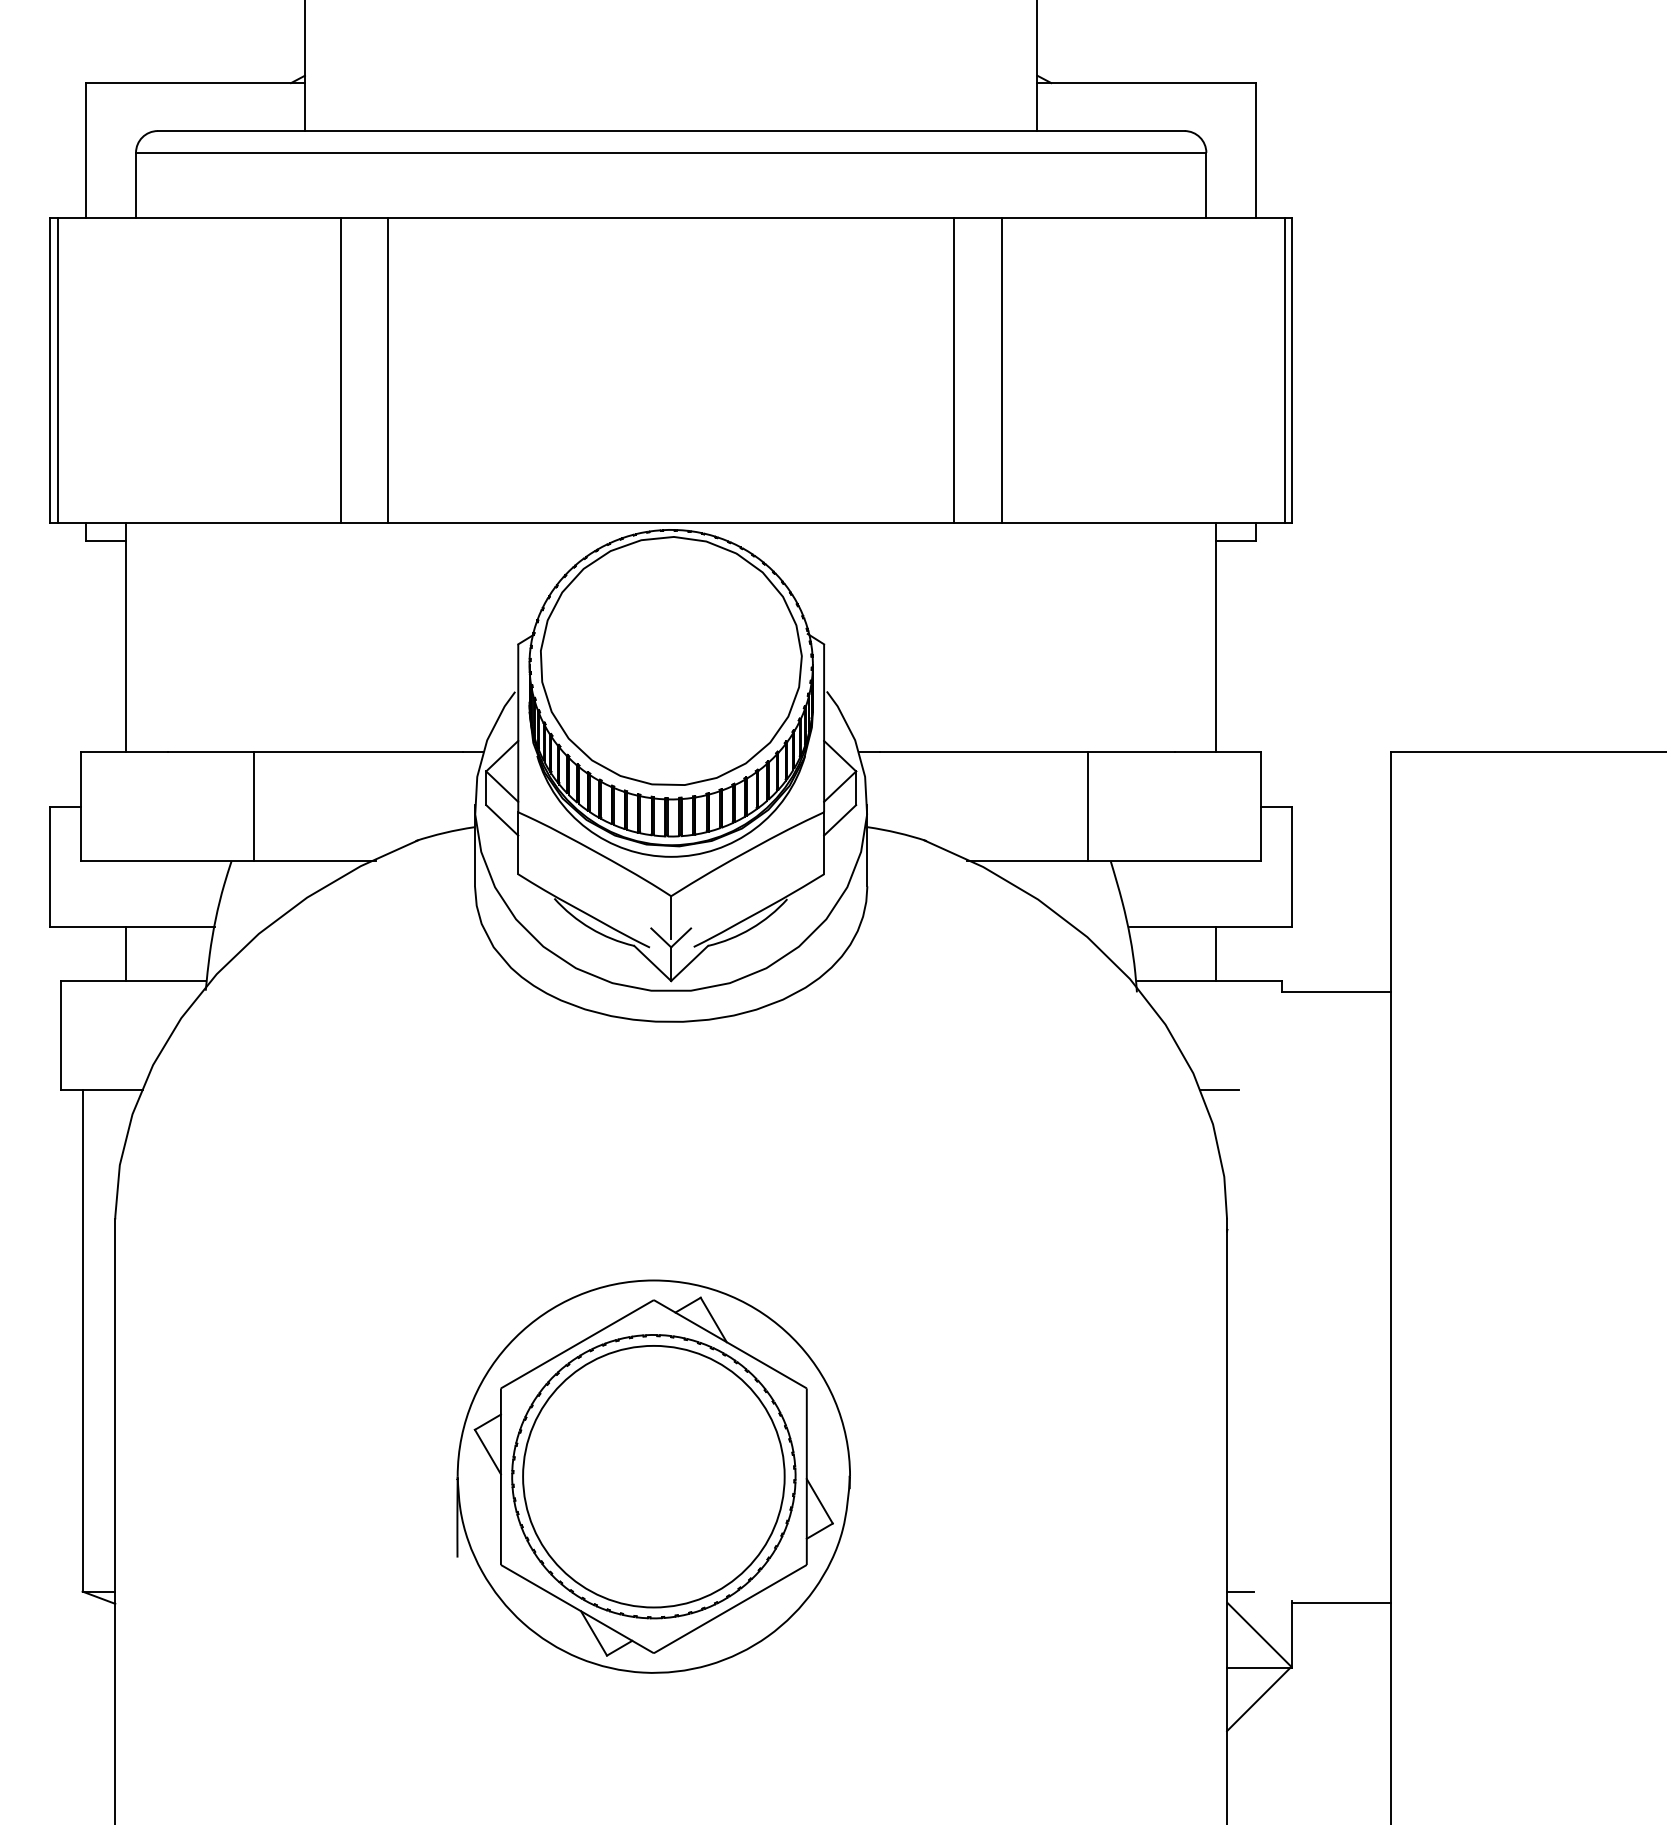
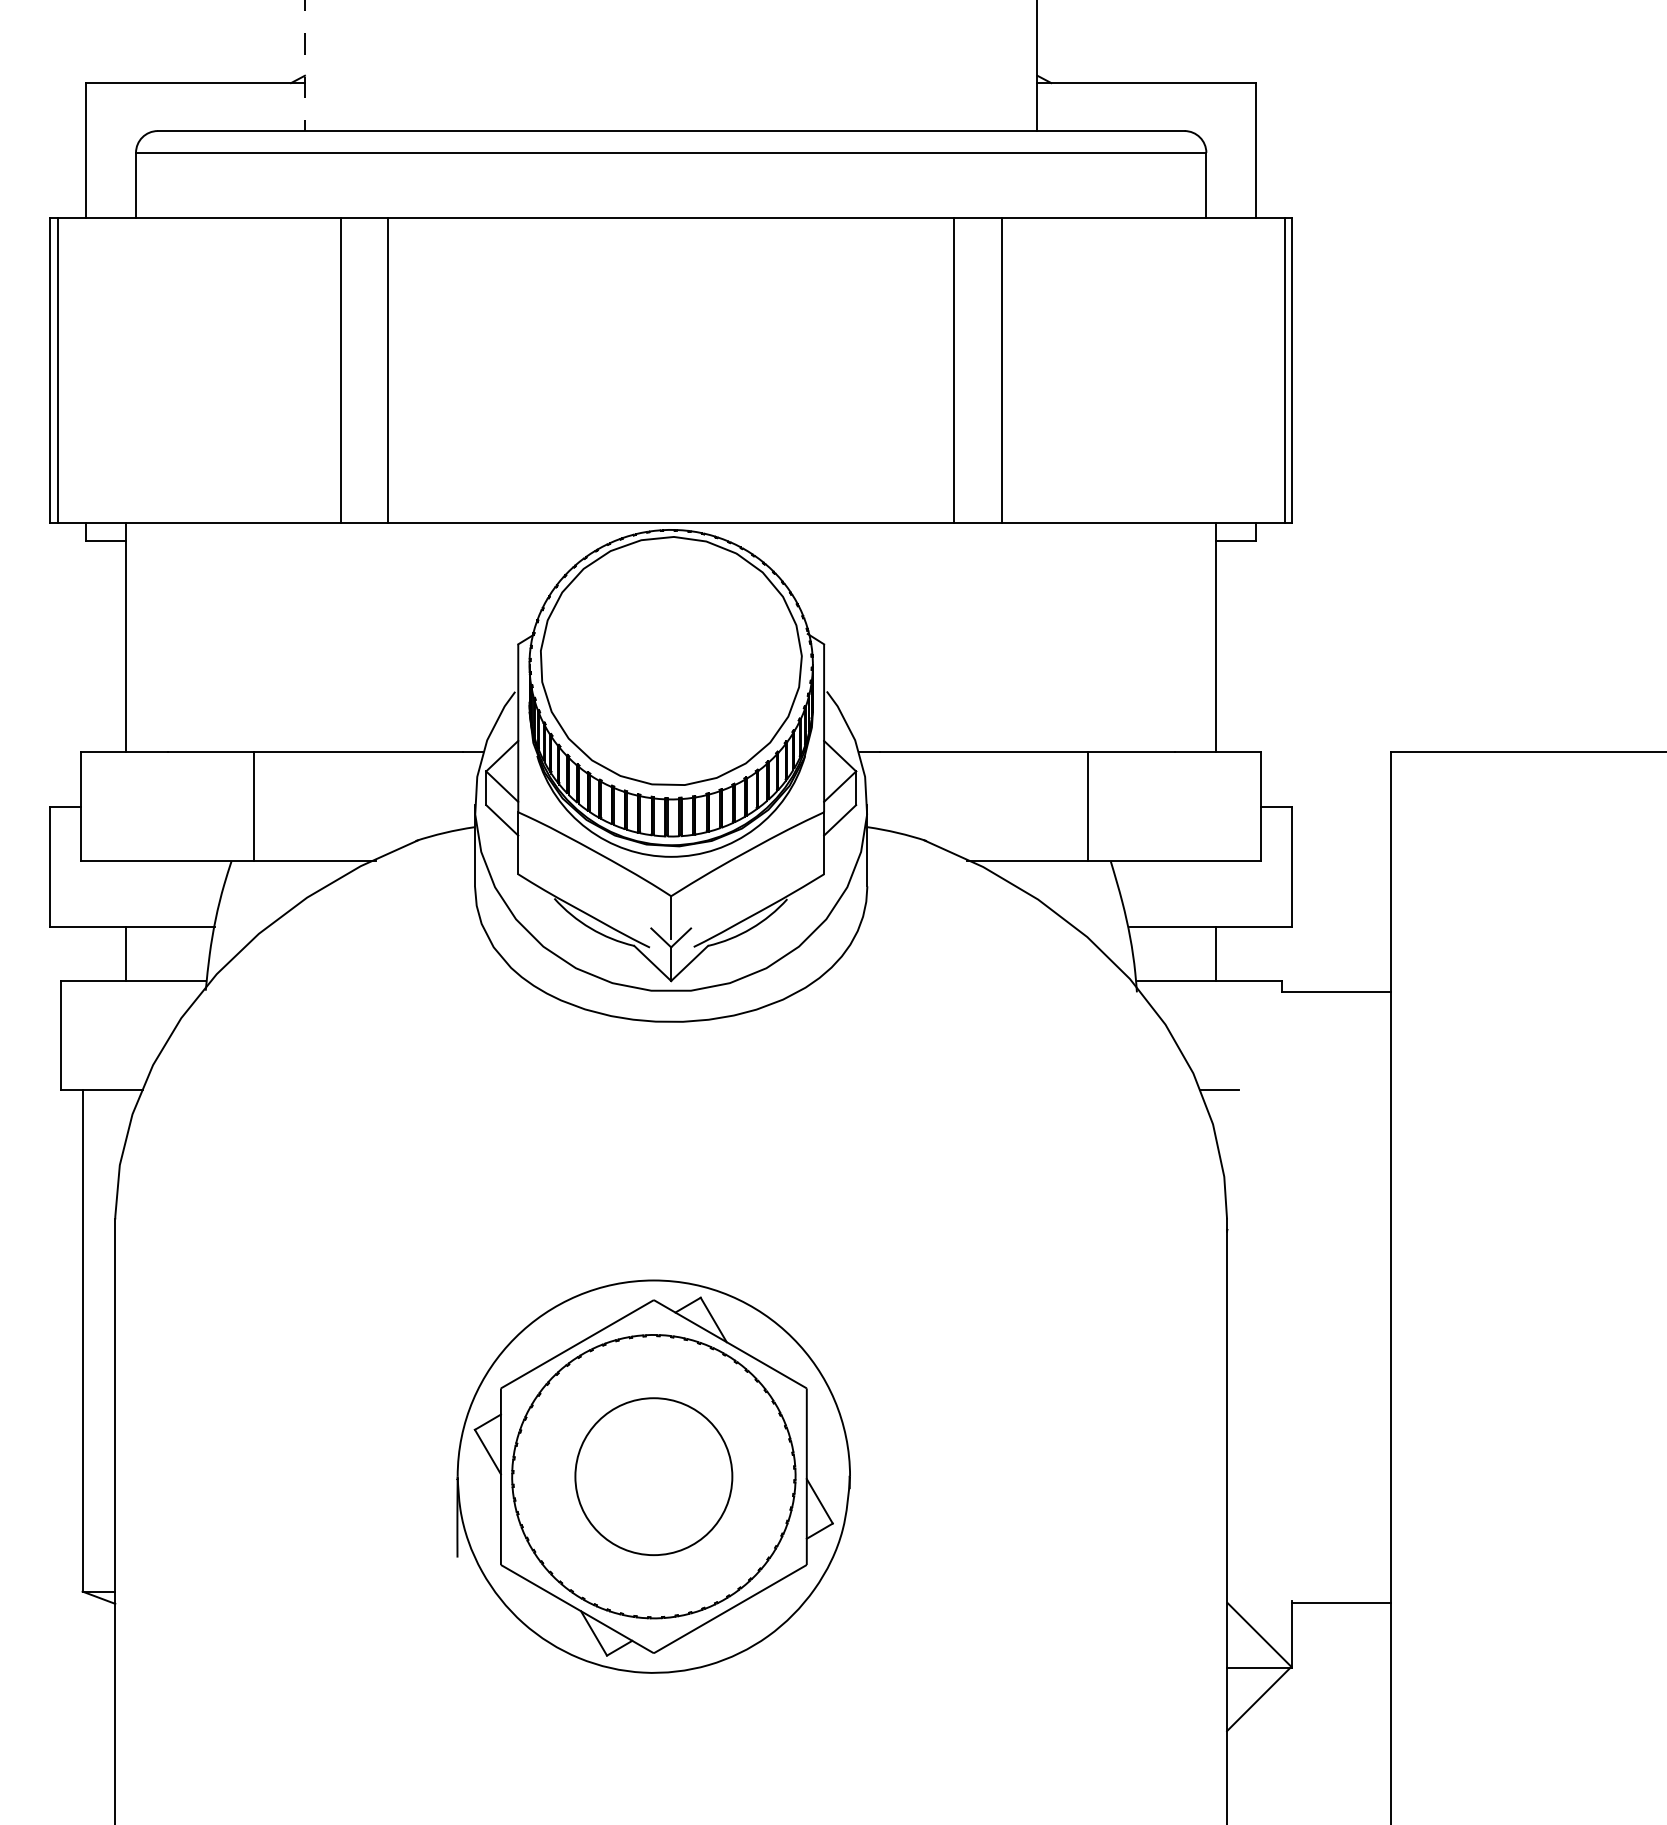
line at (304, 66): solid -> dashed
circle at (653, 1476) diameter: 262 px -> 157 px
line at (1240, 1591): present -> none
